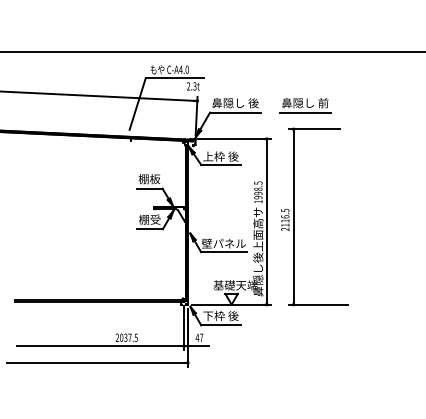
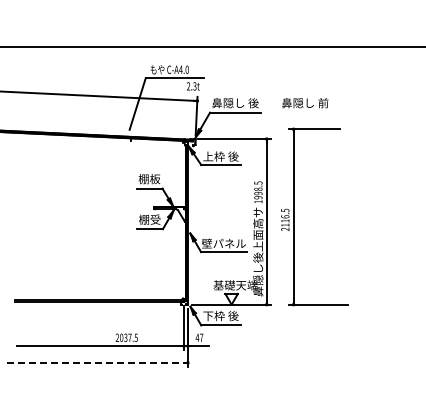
line at (212, 52) position: (212, 52) -> (212, 47)
line at (304, 112): present -> none
line at (96, 362): solid -> dashed
